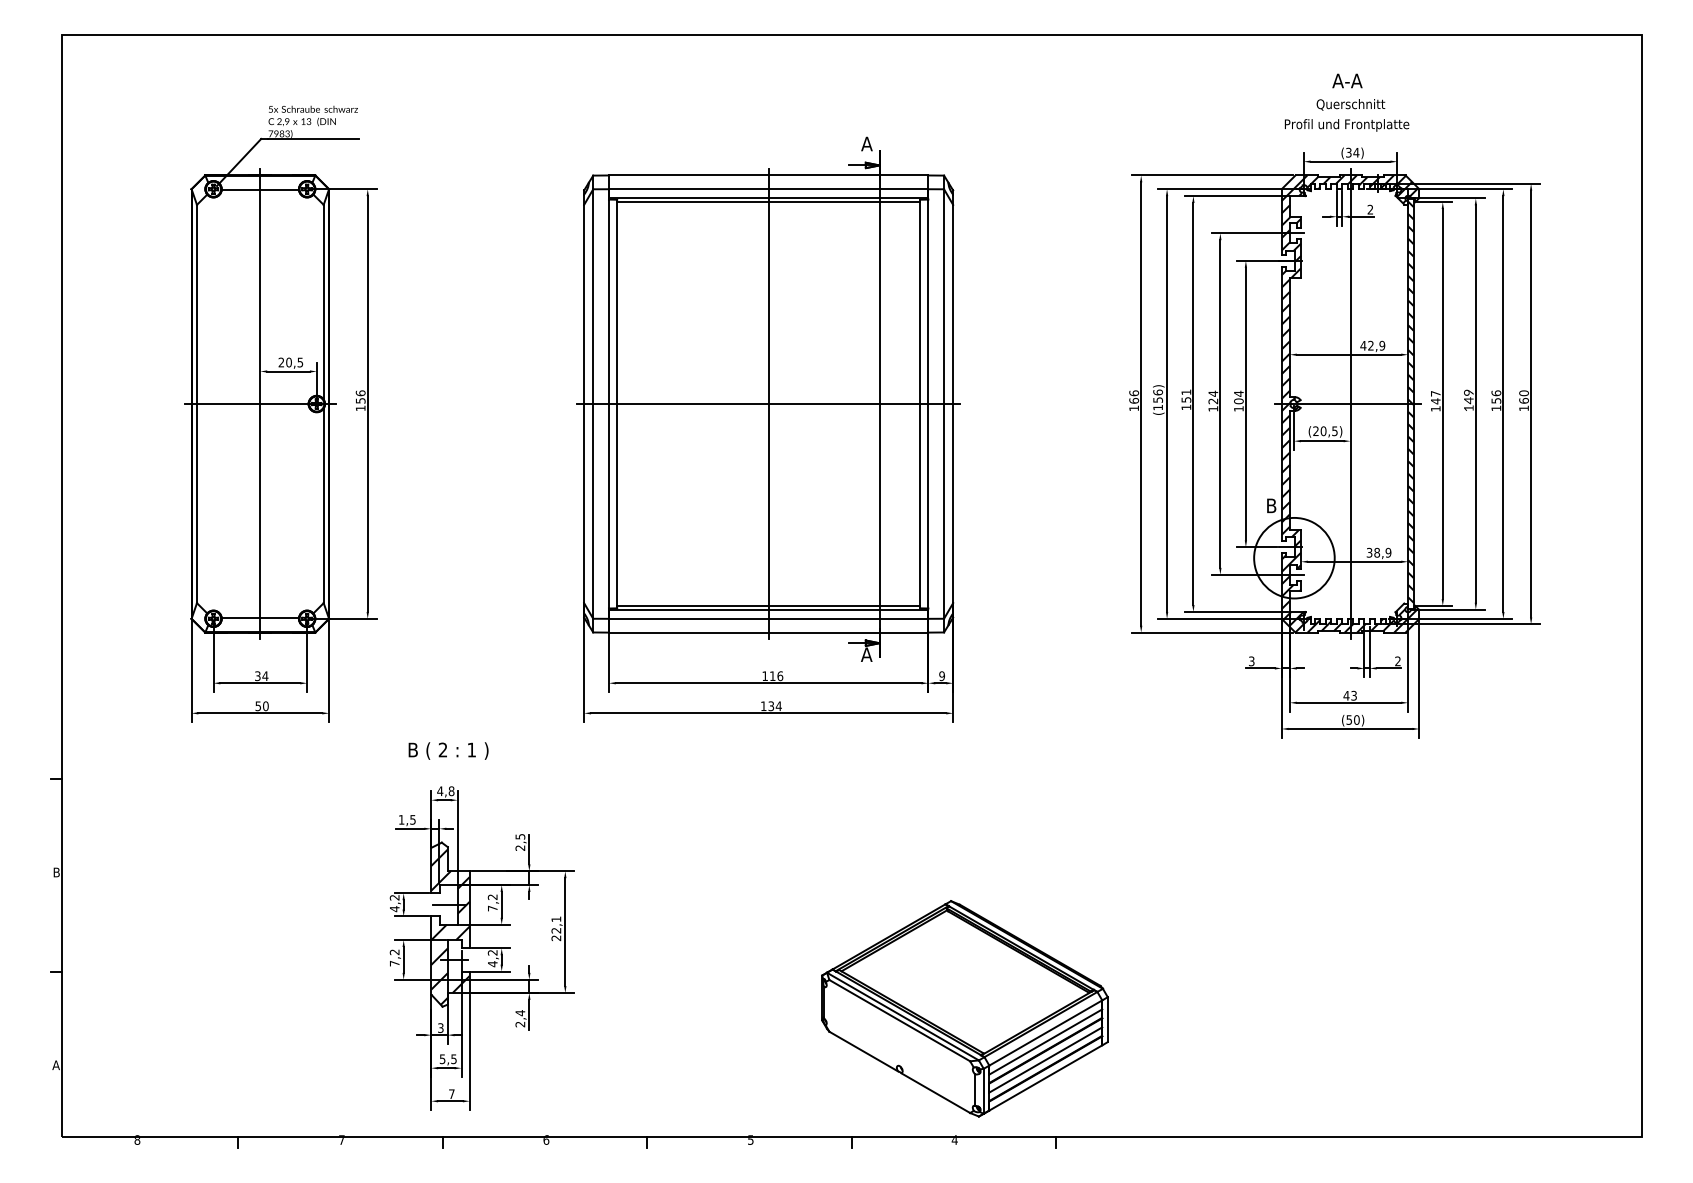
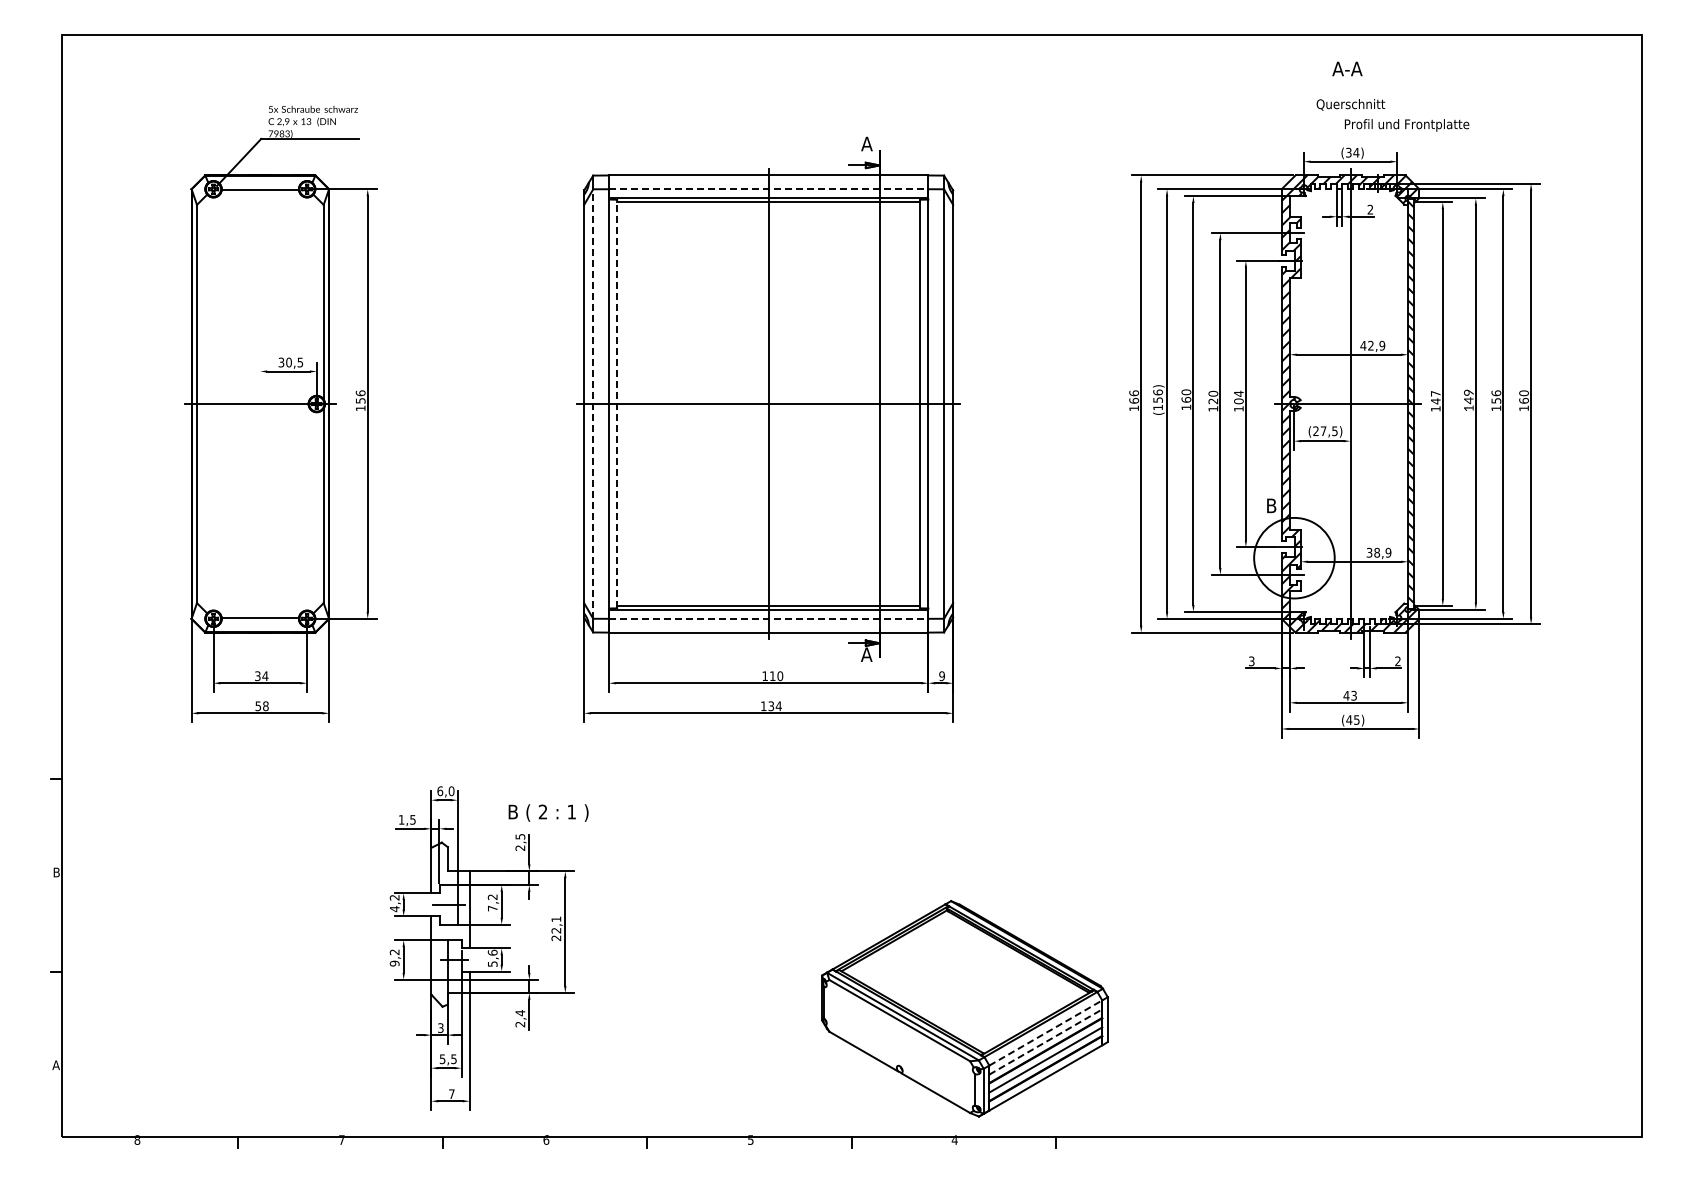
text at (1347, 80) position: (1347, 80) -> (1347, 68)
text at (1346, 125) position: (1346, 125) -> (1406, 125)
line at (768, 189): solid -> dashed
text at (281, 362): 20,5 -> 30,5
text at (1213, 393): 124 -> 120
text at (1186, 395): 151 -> 160
line at (260, 403): present -> none
line at (617, 403): solid -> dashed
line at (593, 404): solid -> dashed
text at (1323, 431): (20,5) -> (27,5)
line at (768, 618): solid -> dashed
text at (780, 675): 116 -> 110
text at (265, 705): 50 -> 58
text at (1352, 719): (50) -> (45)
text at (448, 750) position: (448, 750) -> (548, 812)
text at (445, 791): 4,8 -> 6,0
hatch at (450, 926): present -> none
text at (492, 958): 4,2 -> 5,6
text at (394, 963): 7,2 -> 9,2
line at (1046, 1032): solid -> dashed
line at (1046, 1041): solid -> dashed
